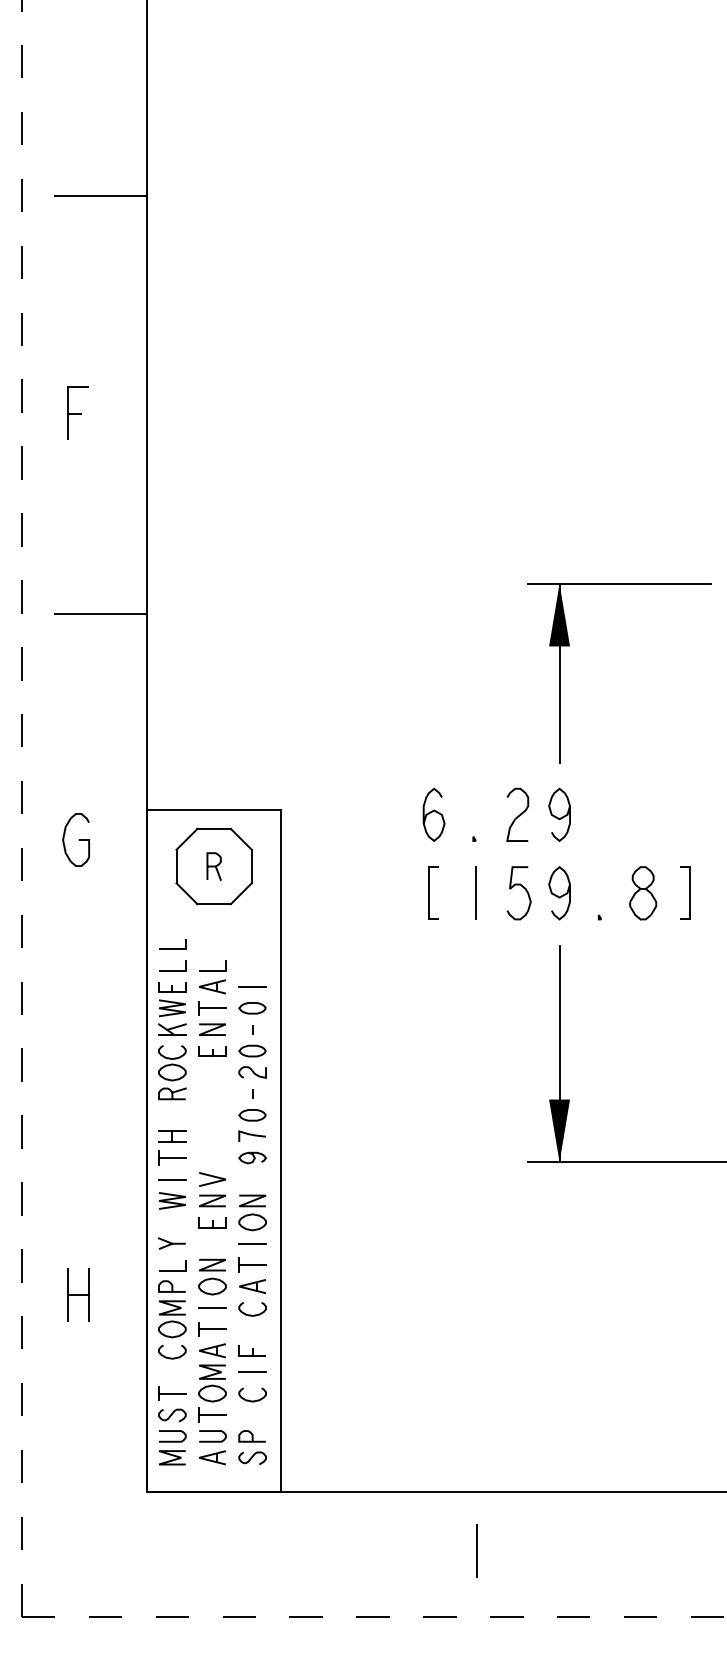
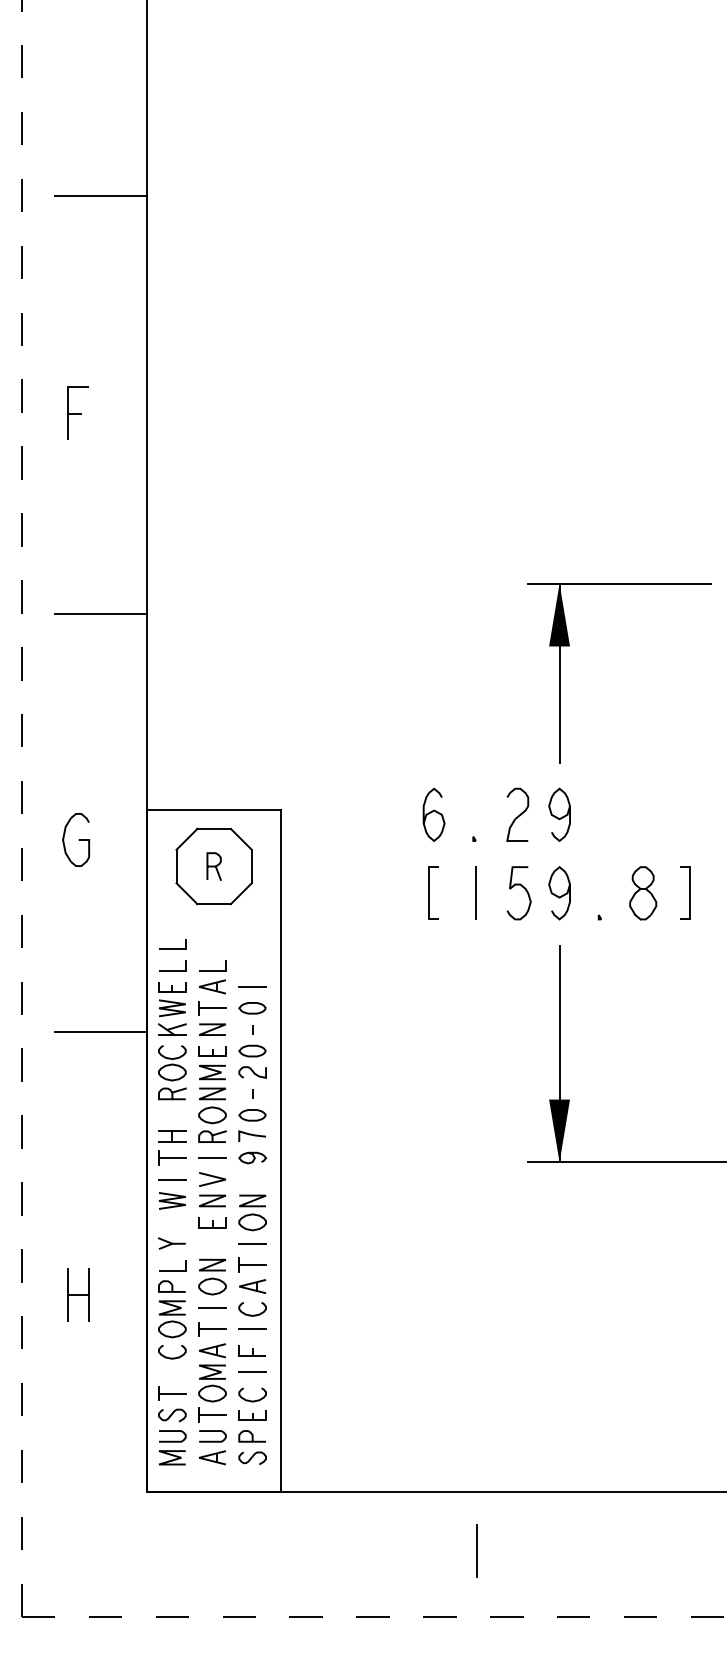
line at (101, 1031): none -> present
part at (212, 1103): none -> present
line at (212, 1158): none -> present
line at (252, 1329): none -> present
part at (252, 1415): none -> present
